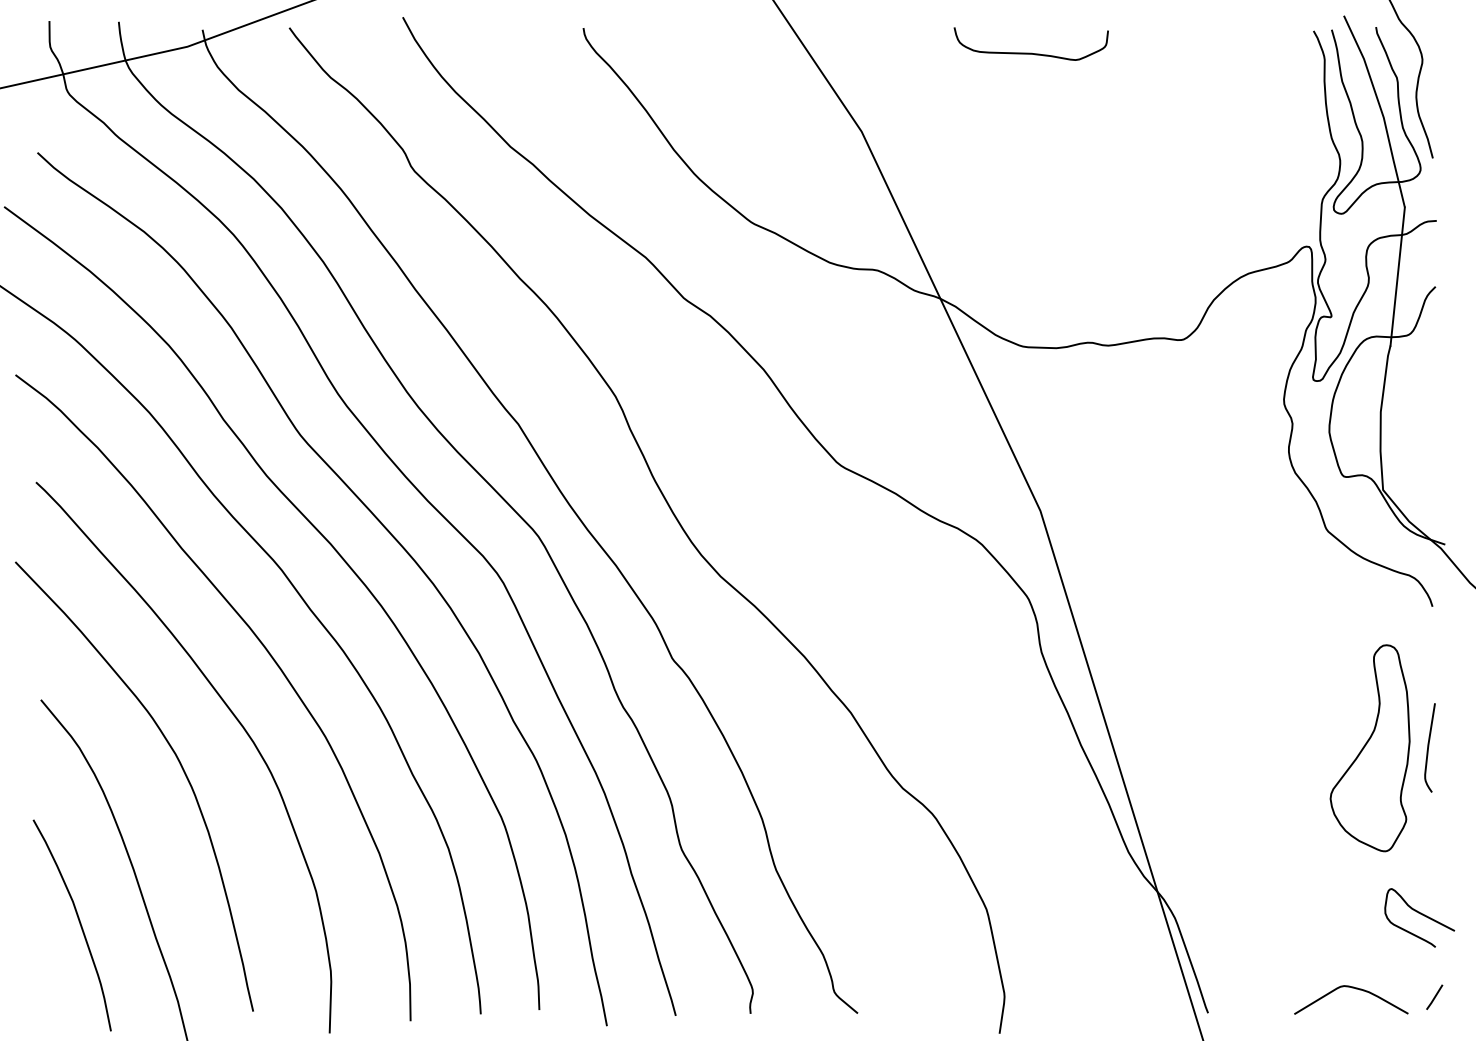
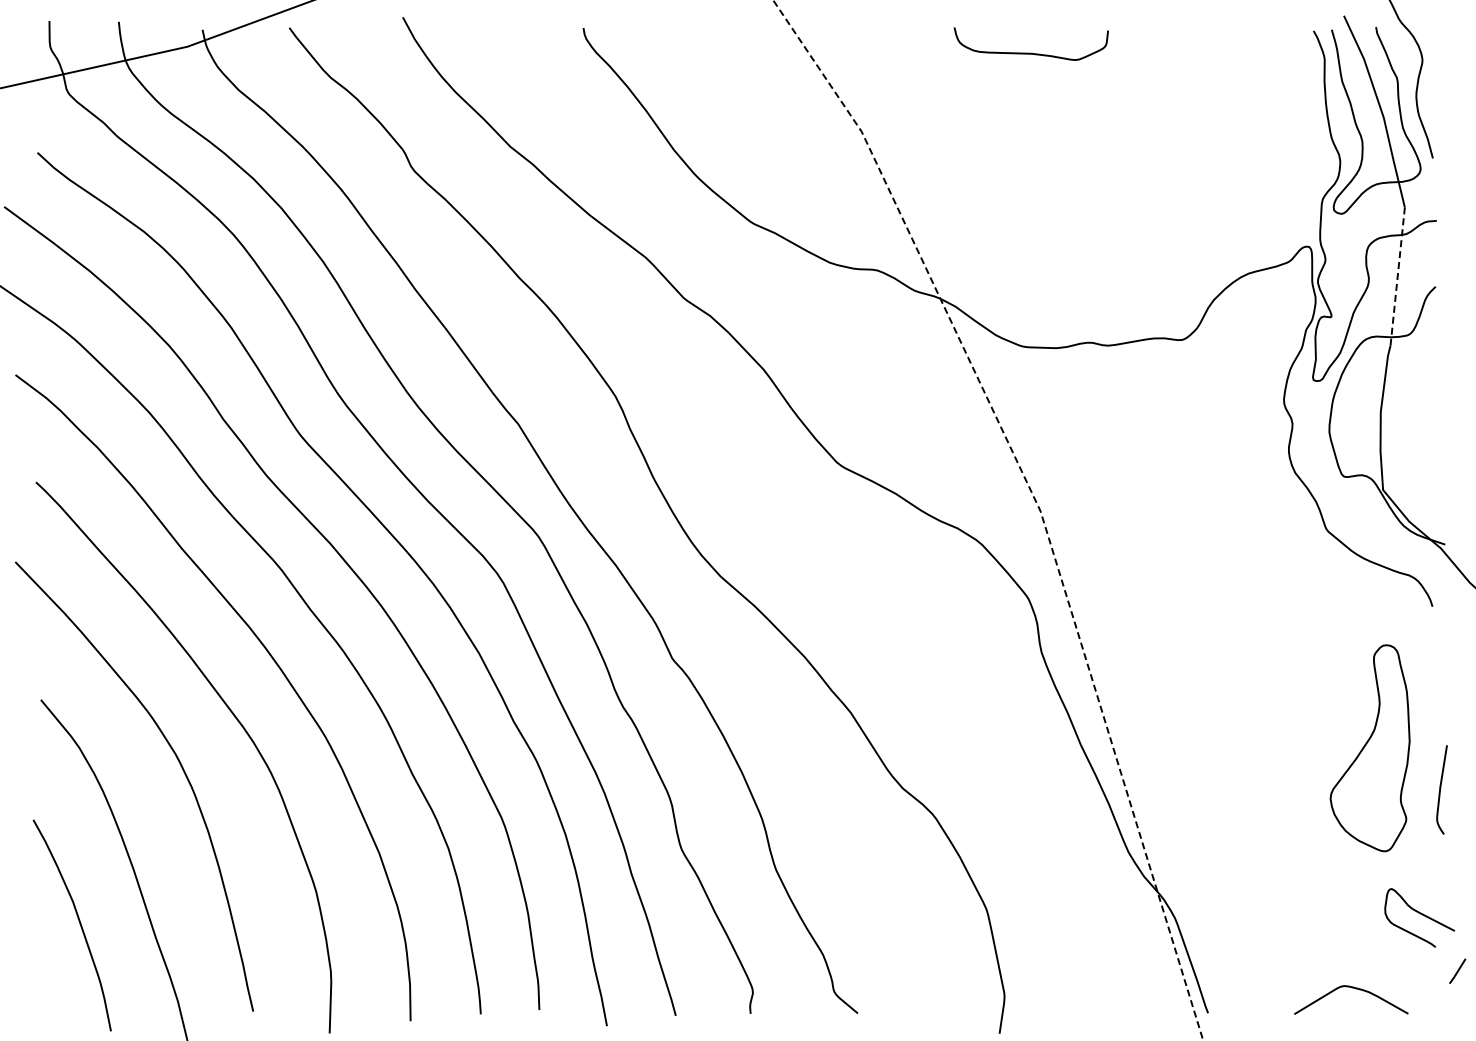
line at (1397, 276): solid -> dashed
line at (1035, 500): solid -> dashed
curve at (1429, 746) position: (1429, 746) -> (1441, 788)
line at (1434, 996) position: (1434, 996) -> (1457, 970)
